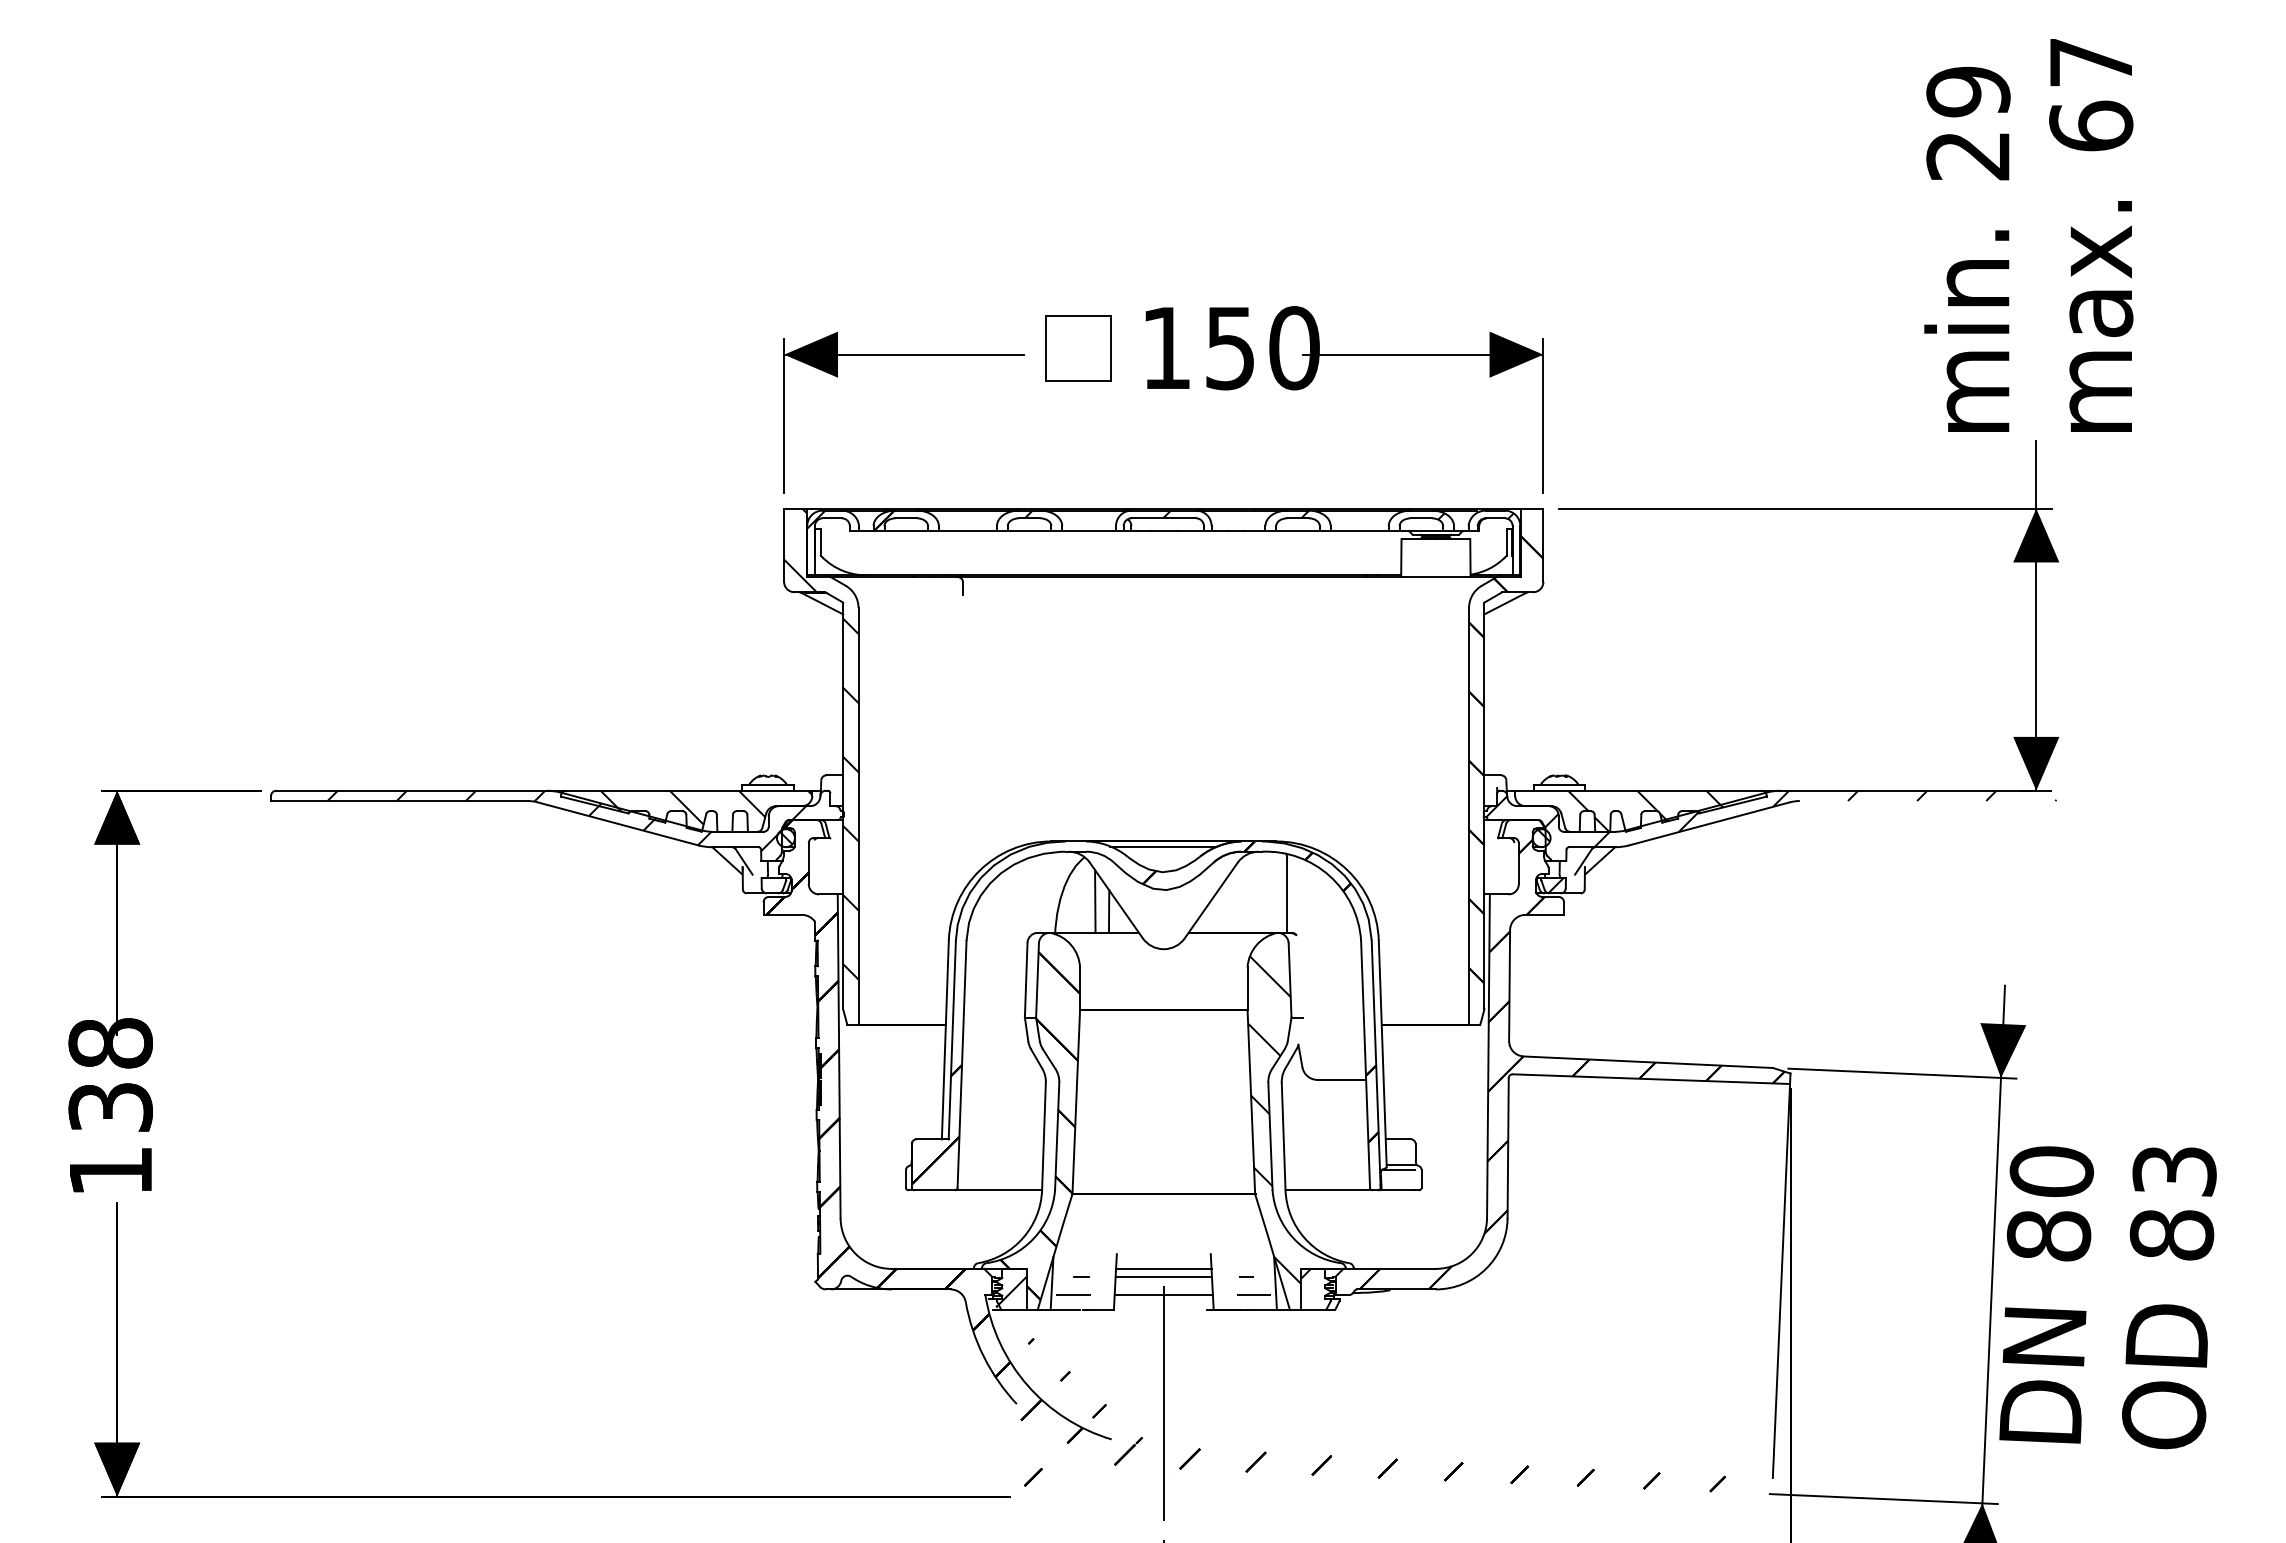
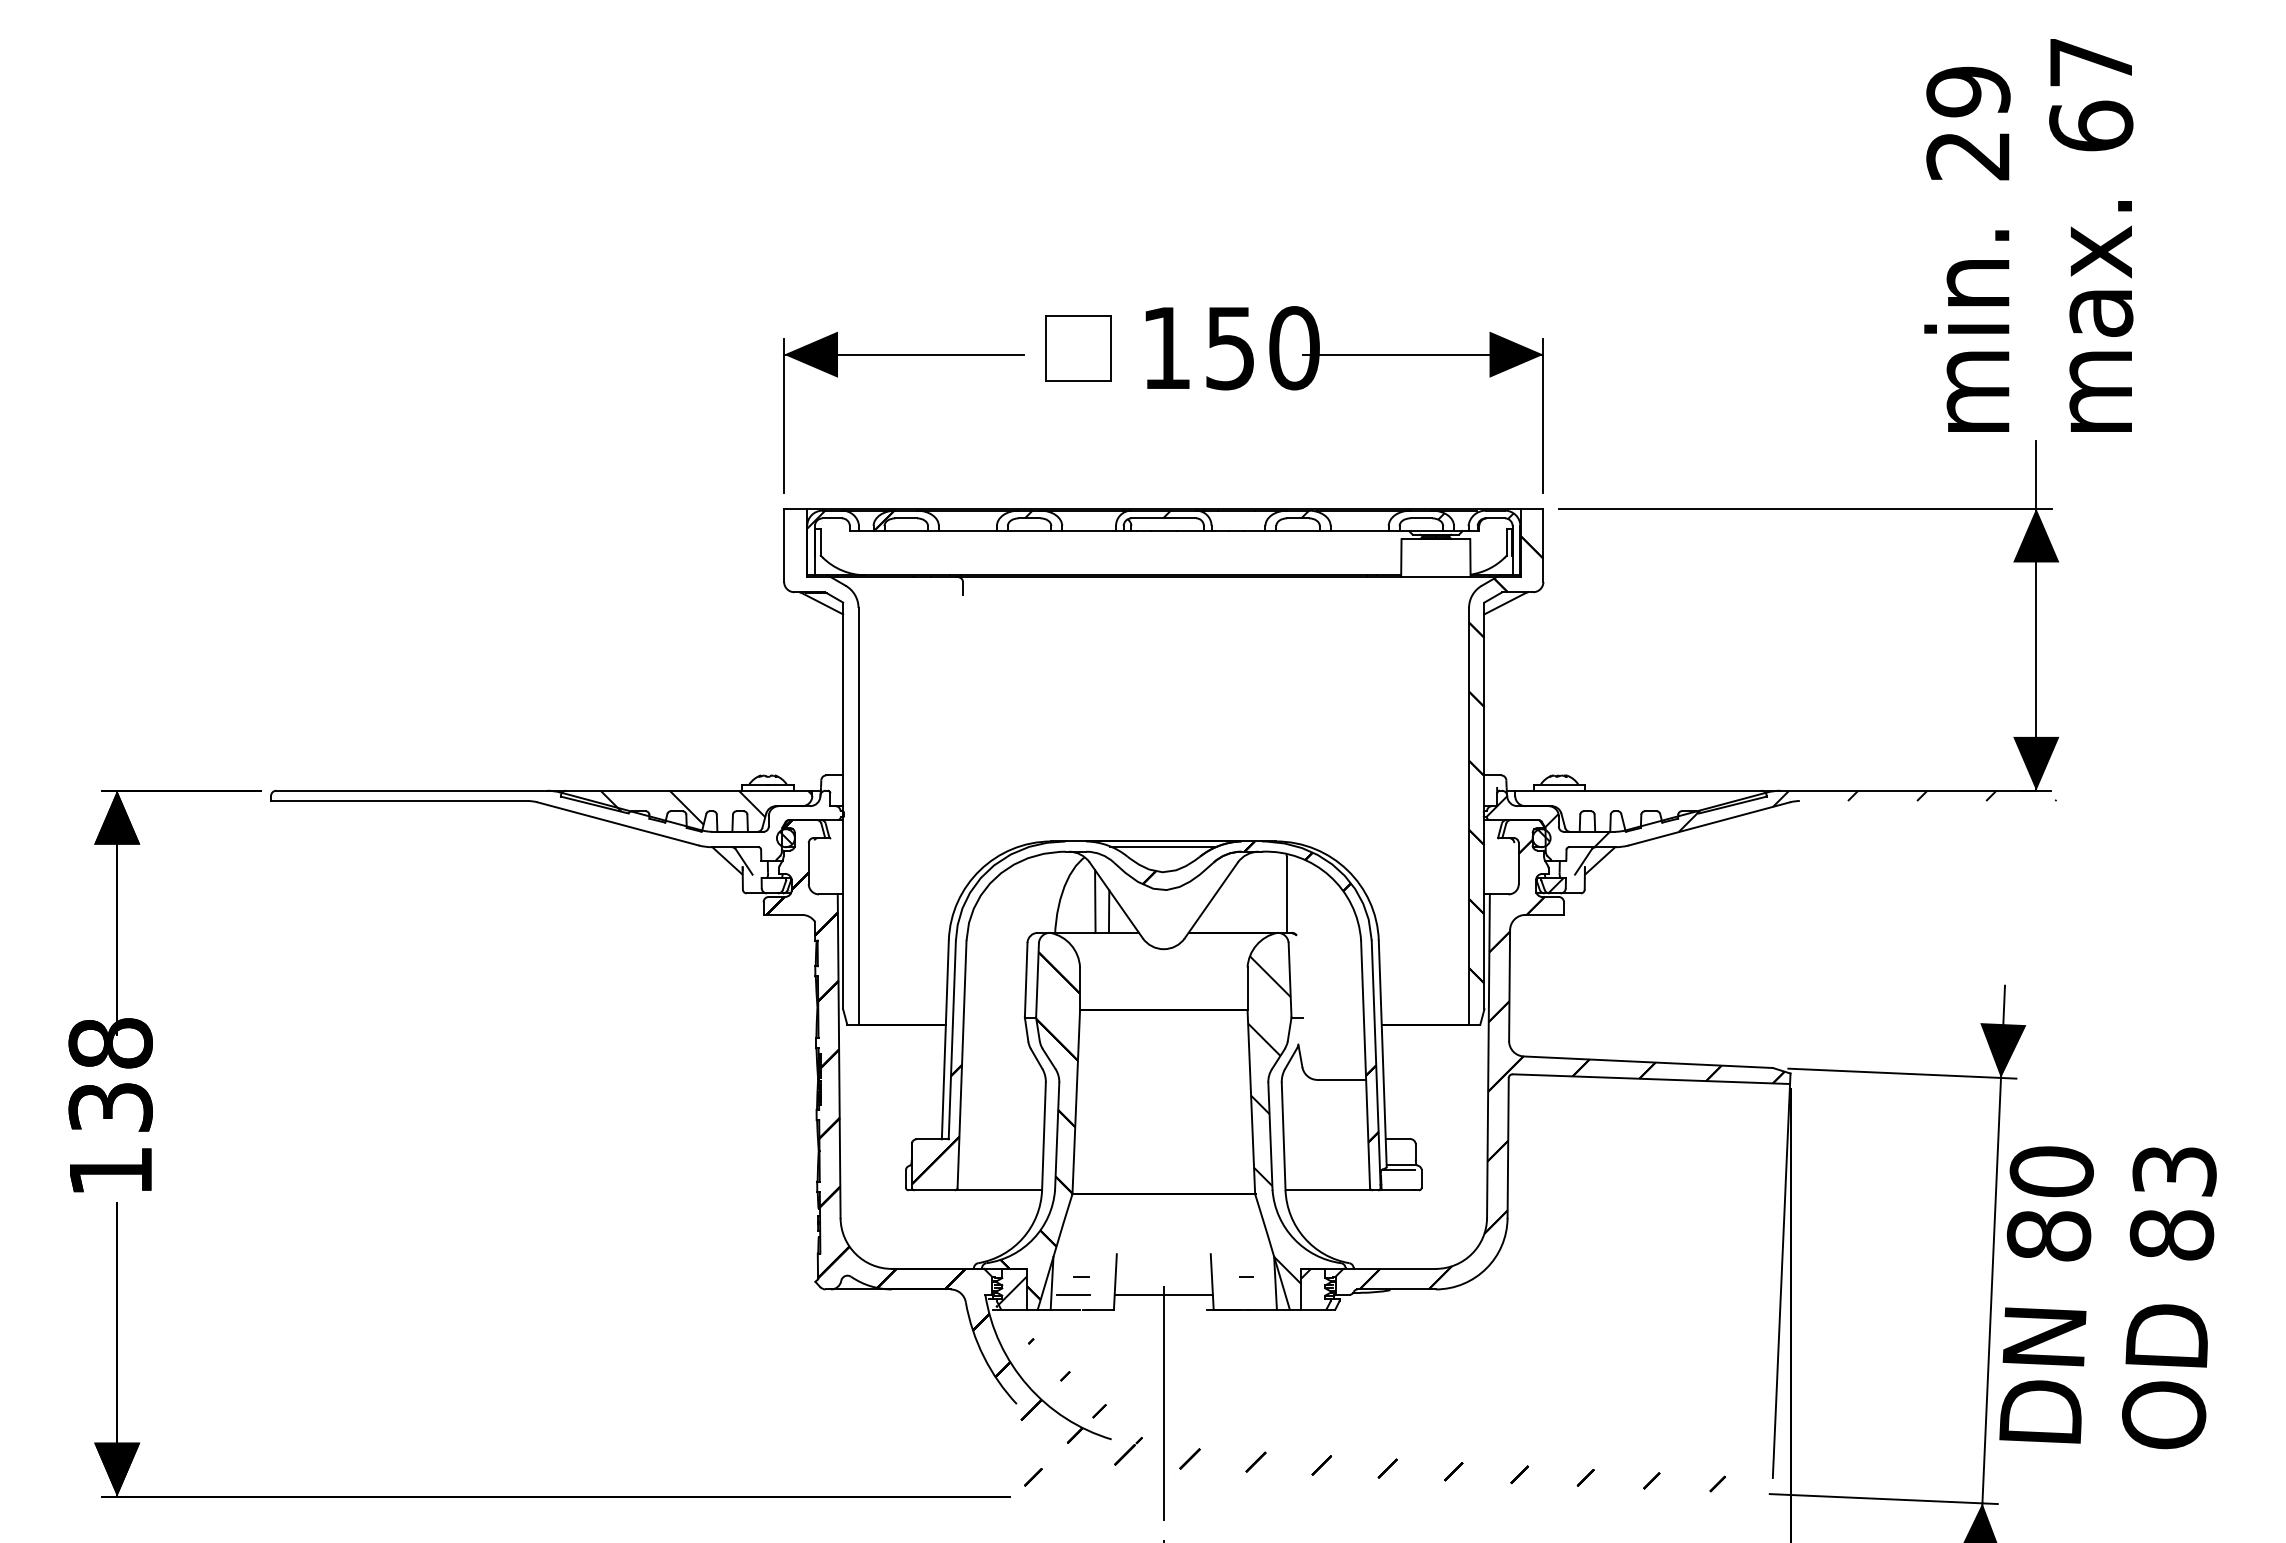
hatch at (821, 743): present -> none
hatch at (1645, 810): present -> none
hatch at (566, 820): present -> none
line at (1163, 1268): present -> none
line at (1163, 1276): present -> none
line at (1253, 1294): present -> none
